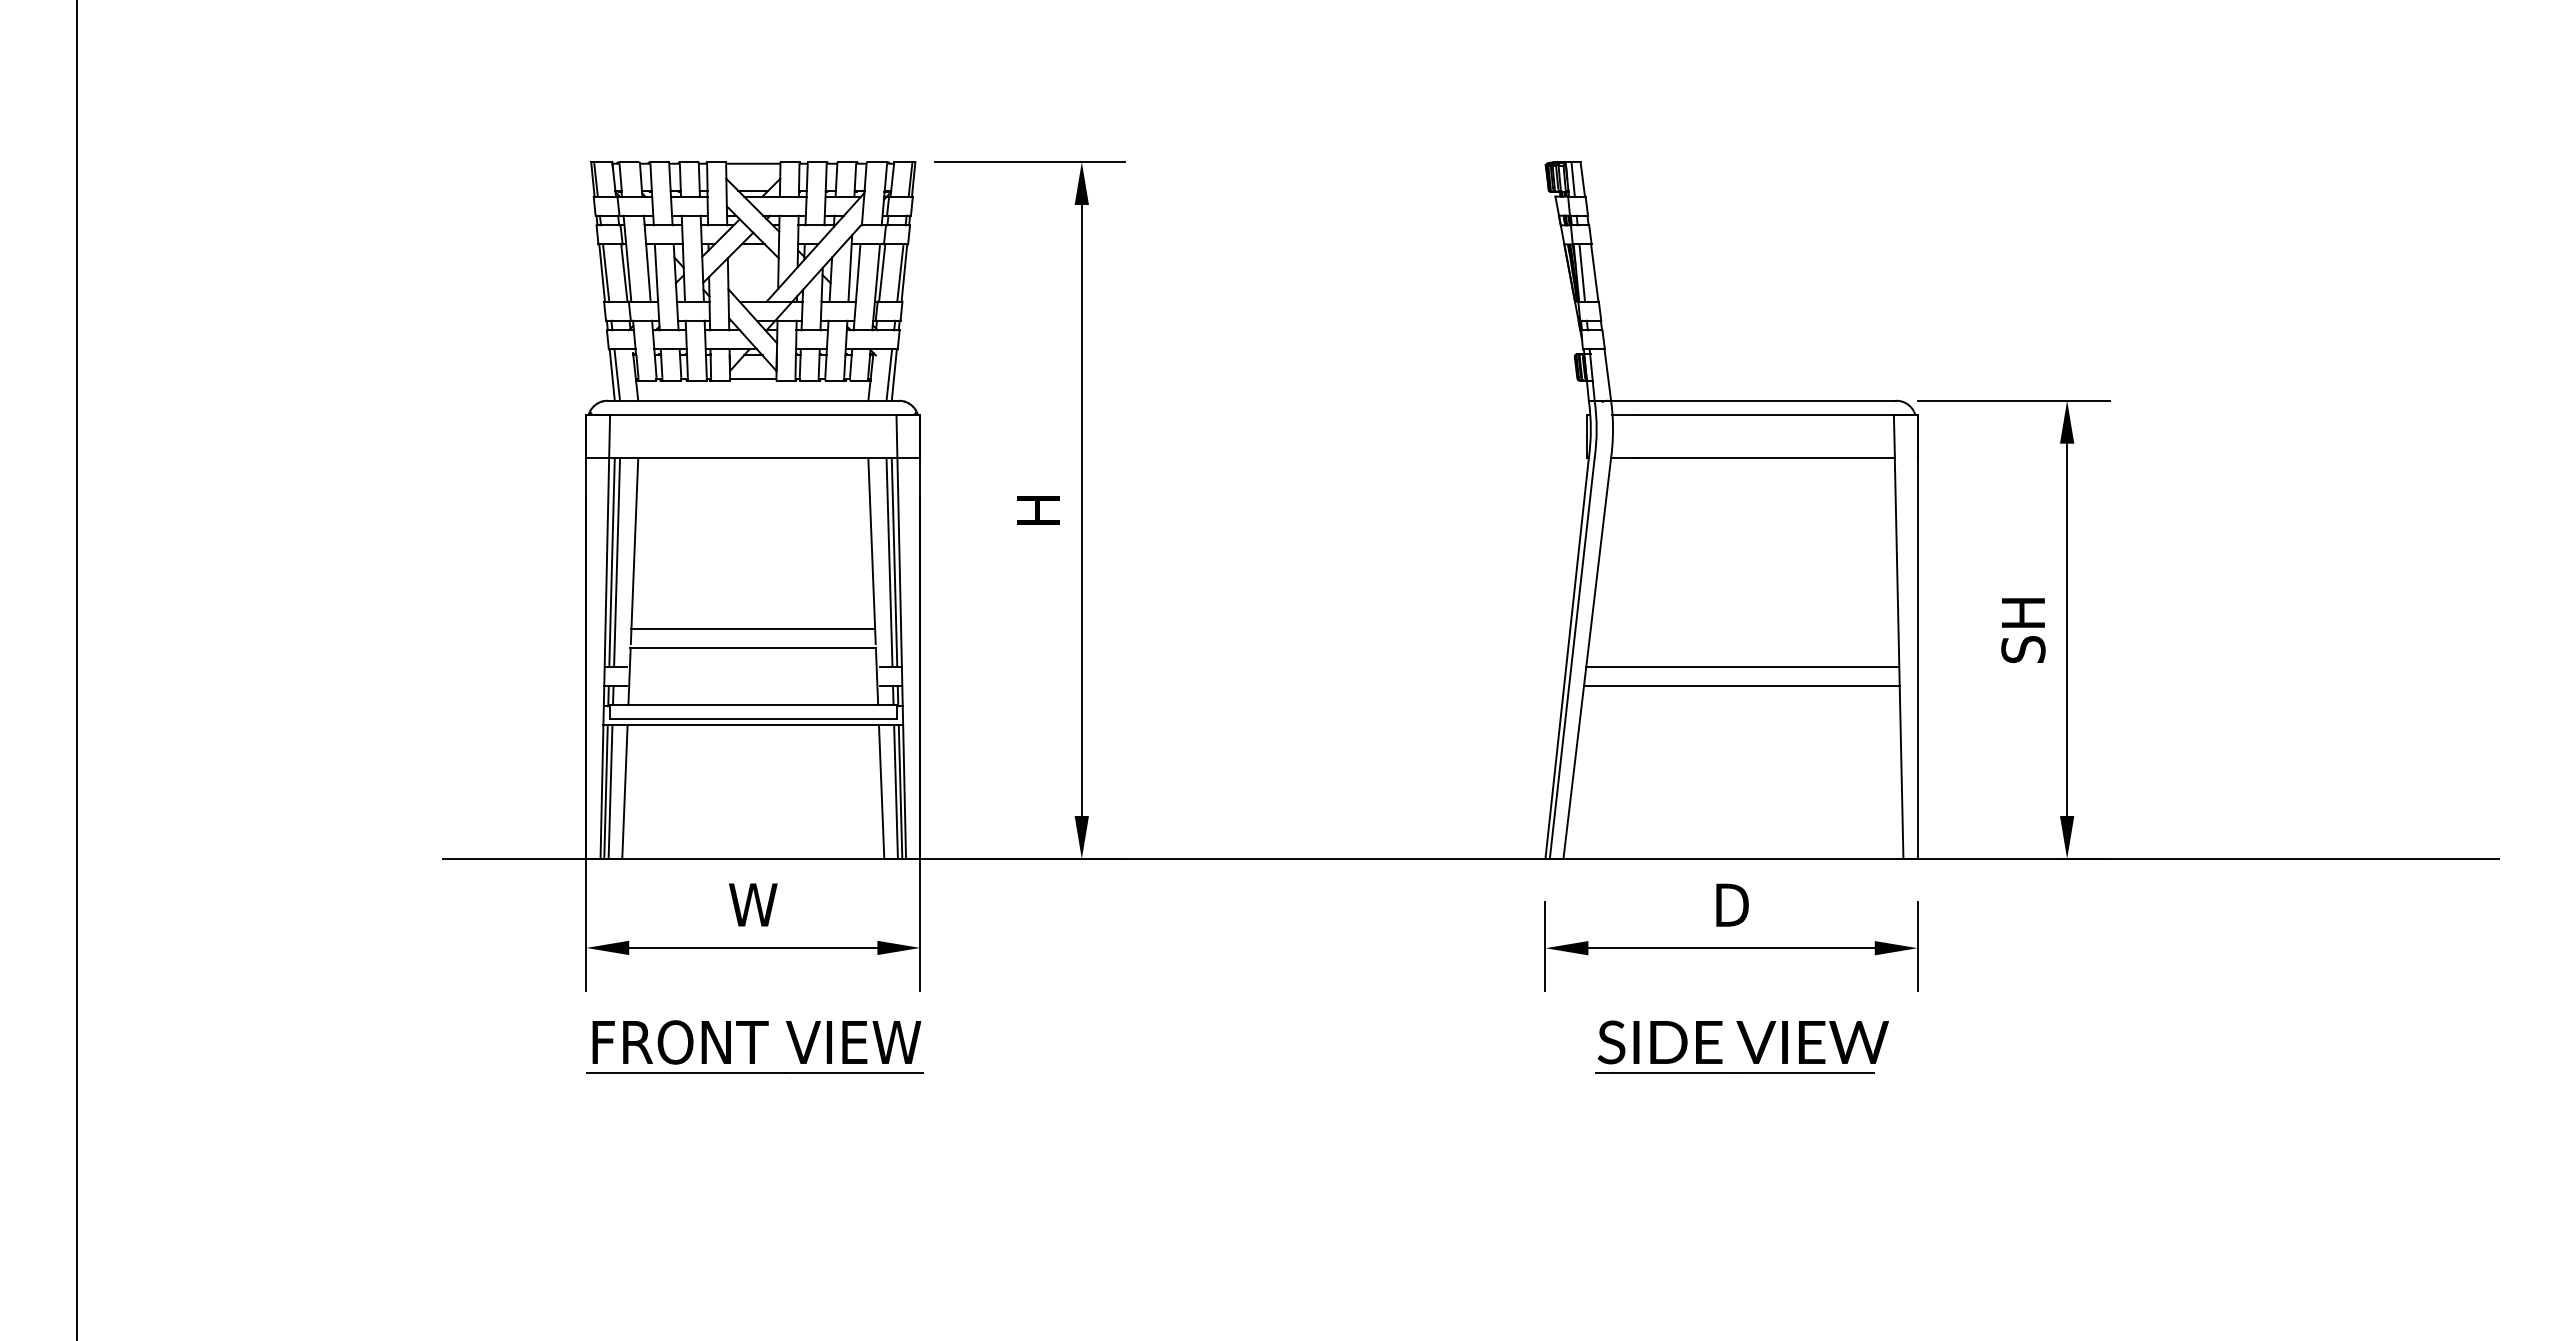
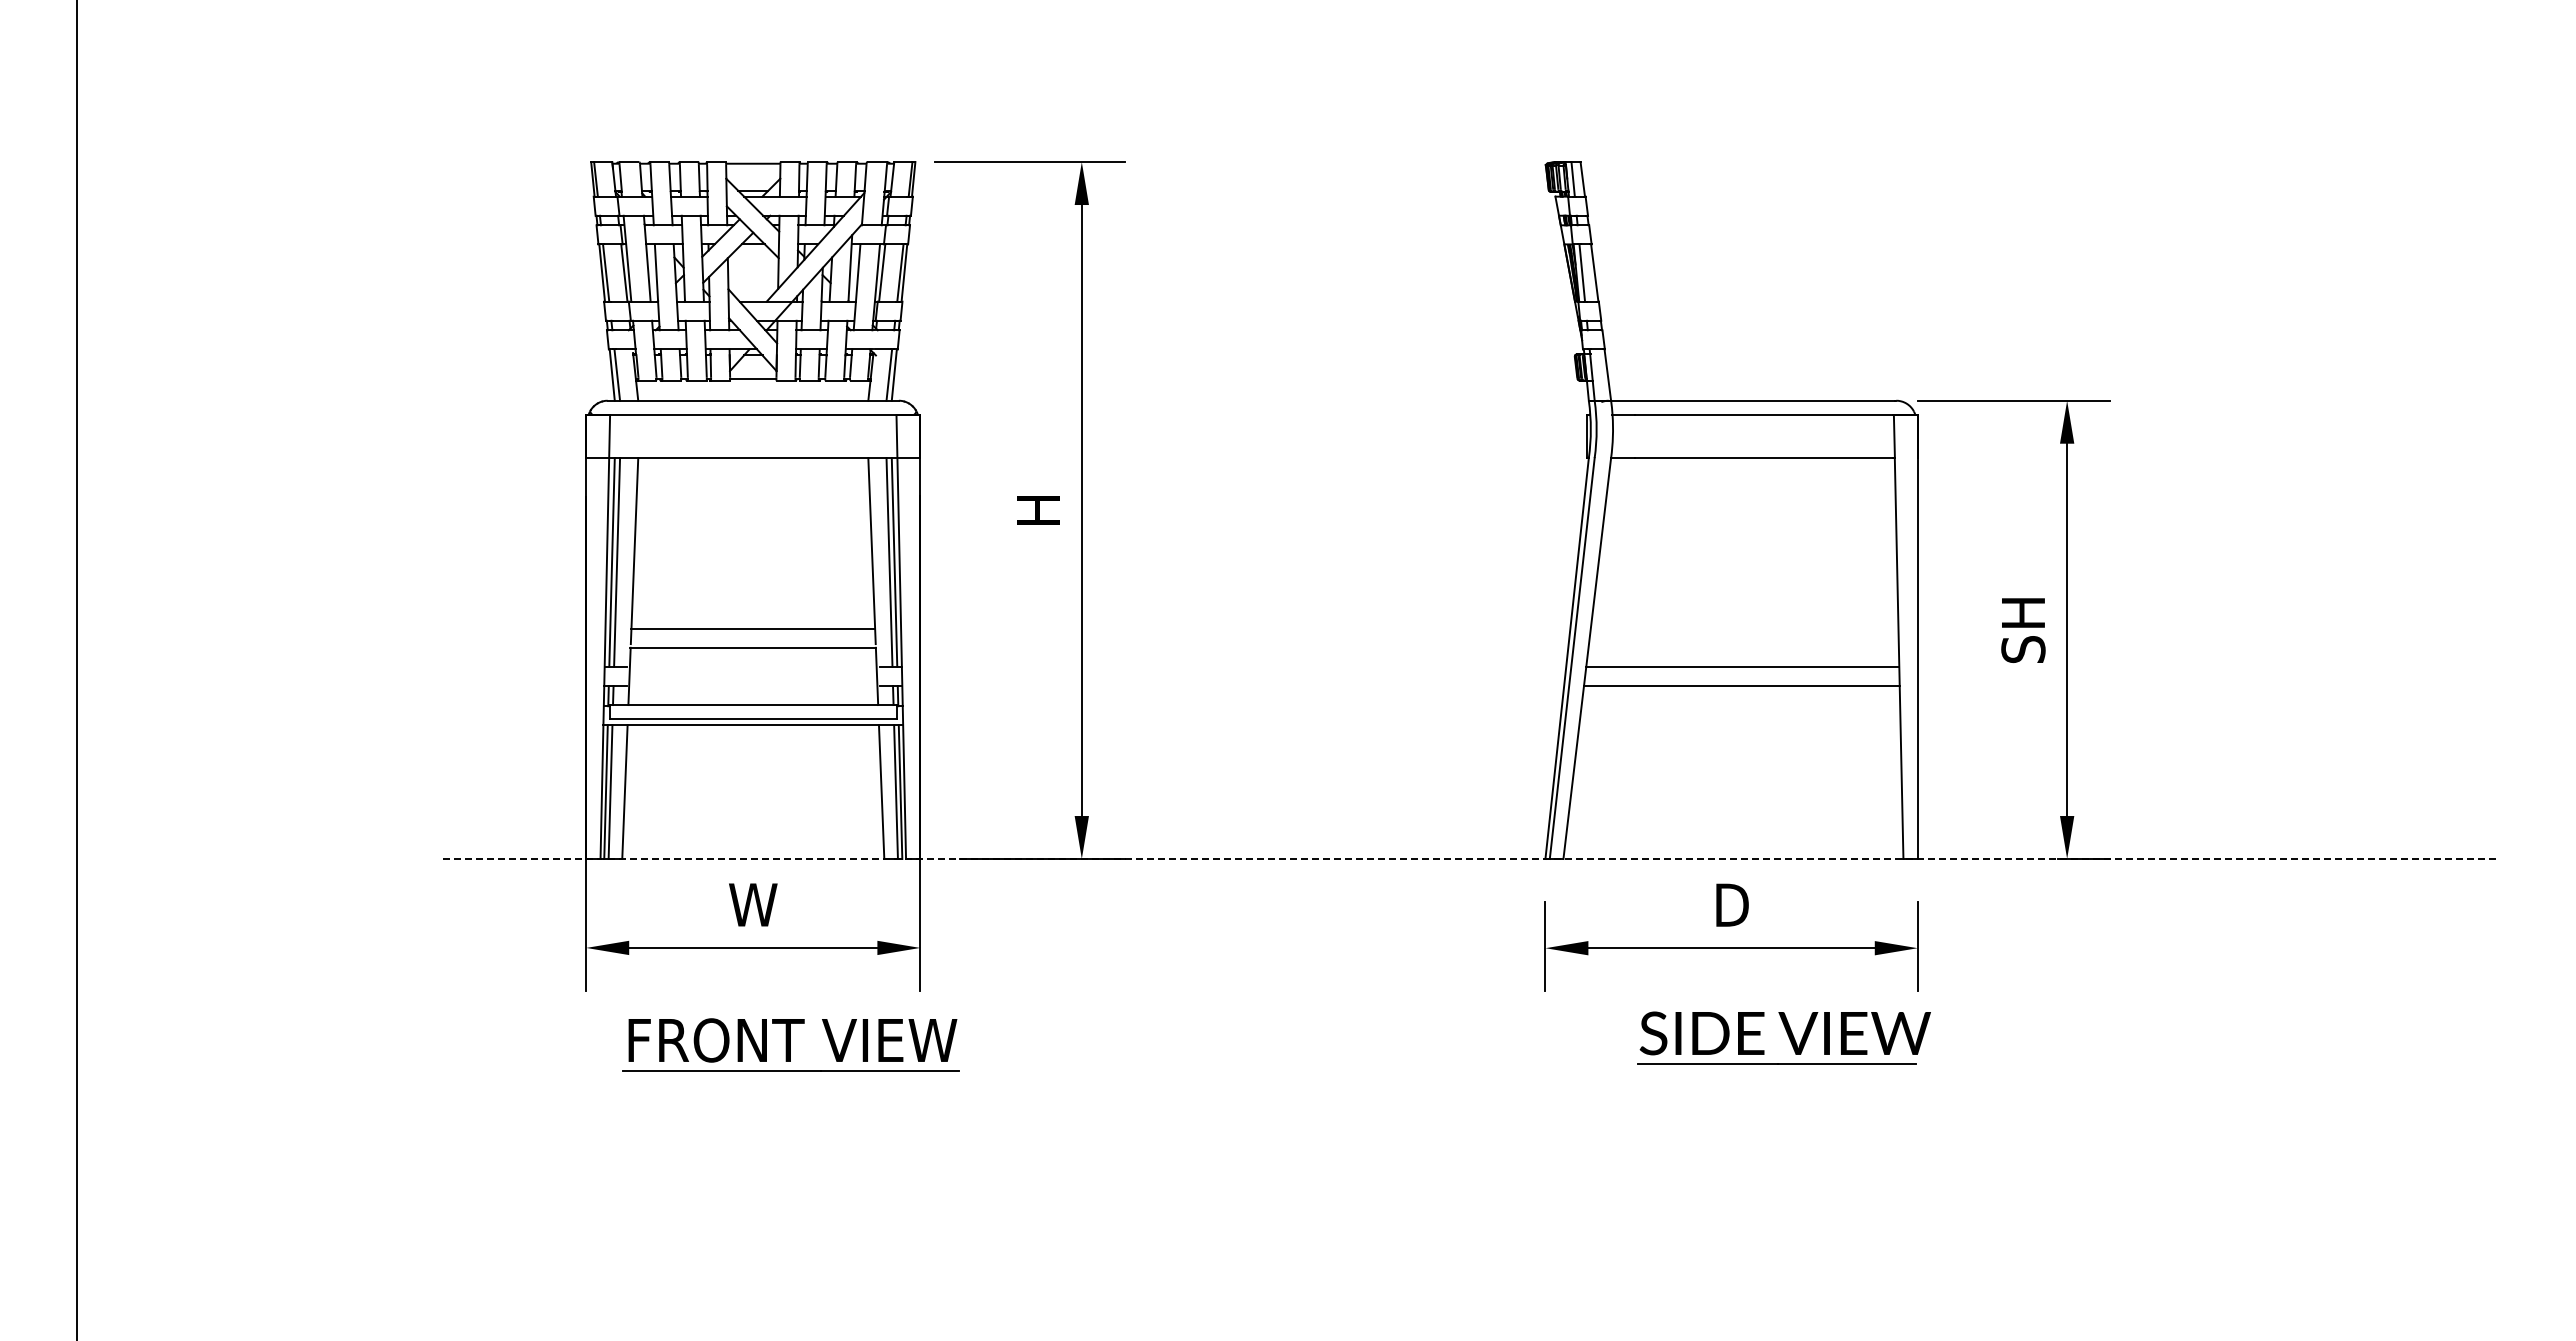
line at (1471, 858): solid -> dashed
part at (754, 1046) position: (754, 1046) -> (790, 1044)
part at (1741, 1046) position: (1741, 1046) -> (1783, 1037)
